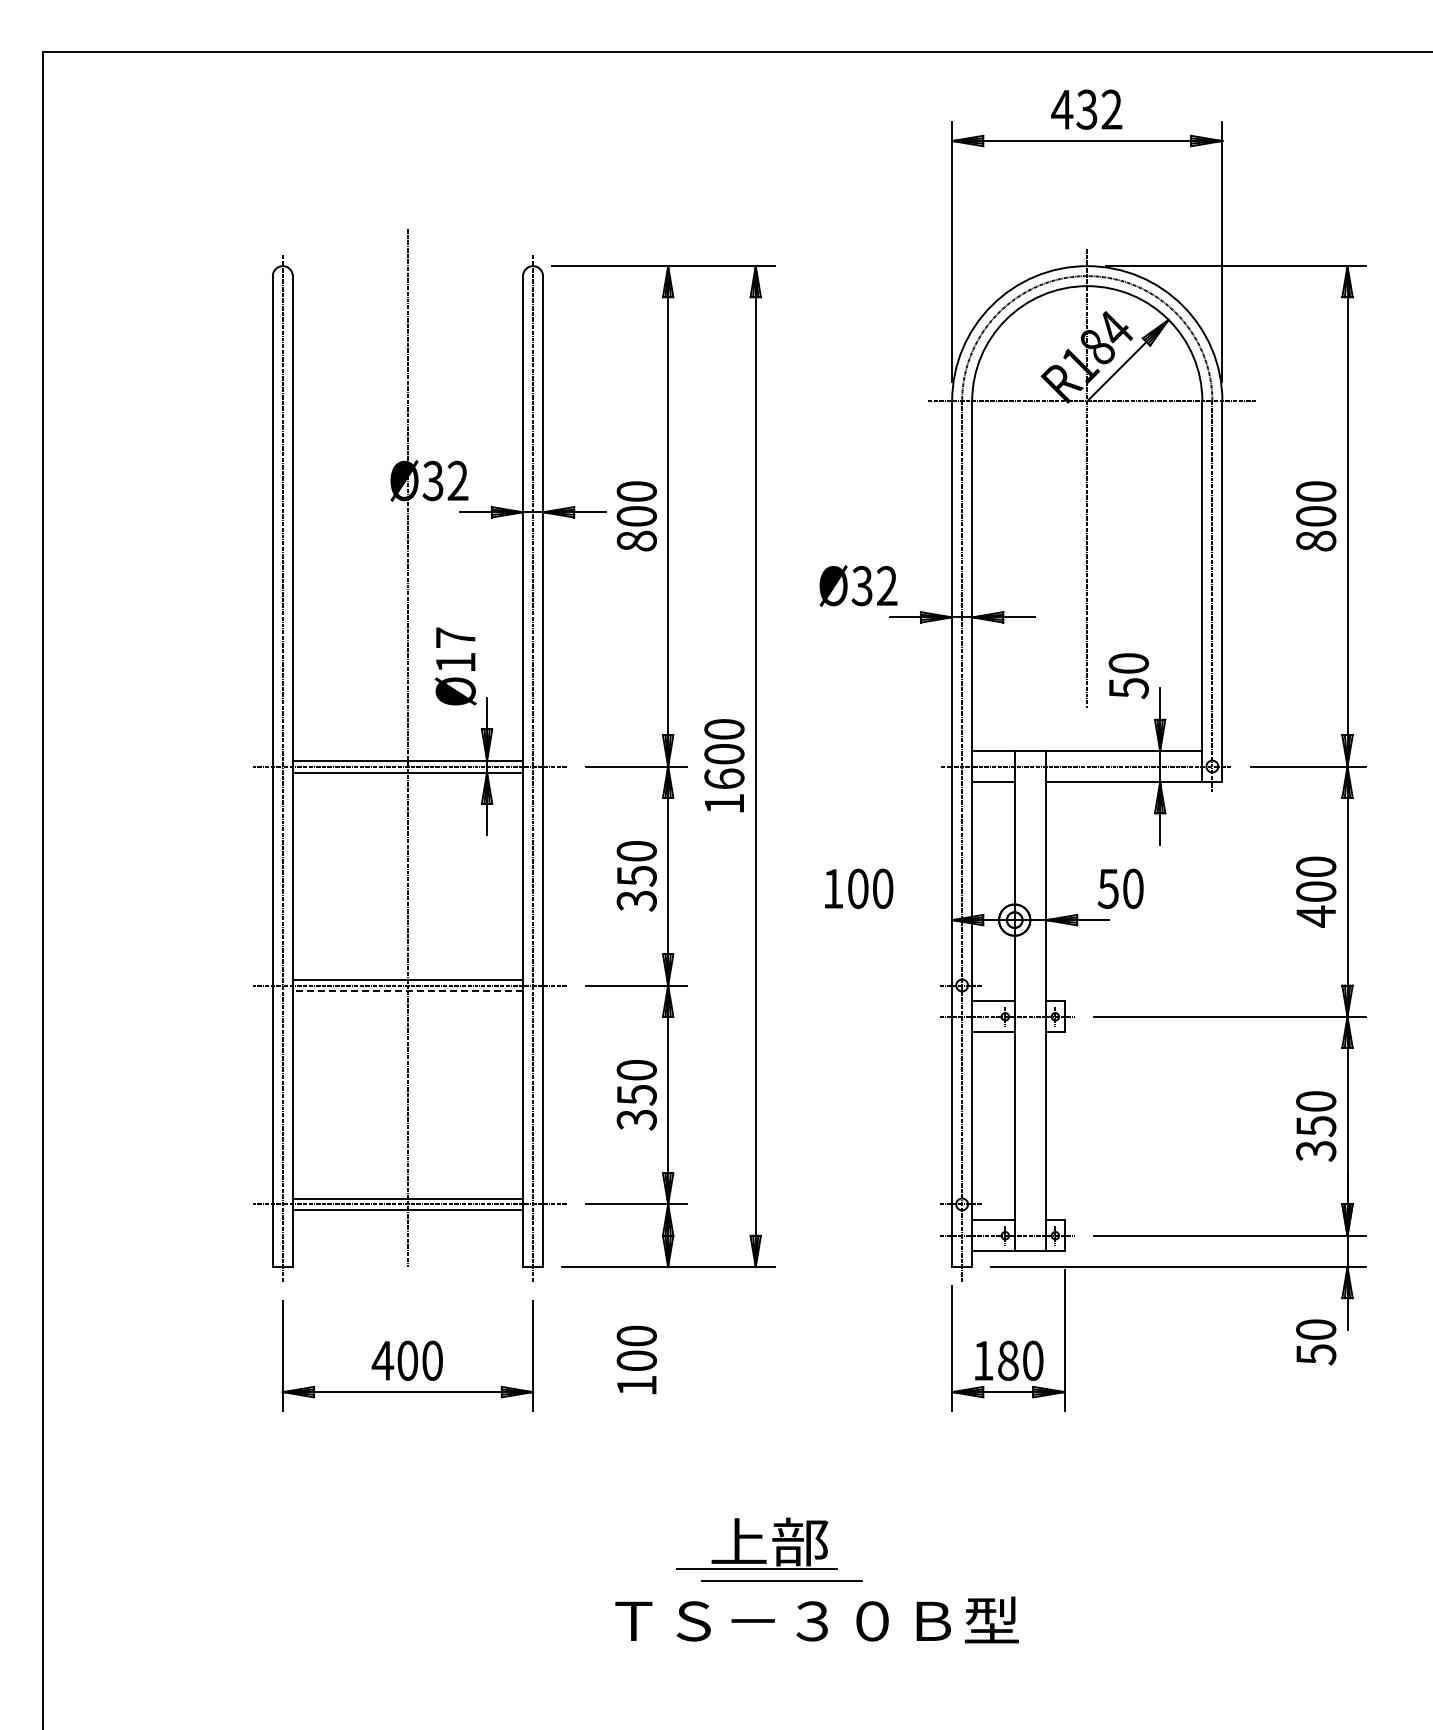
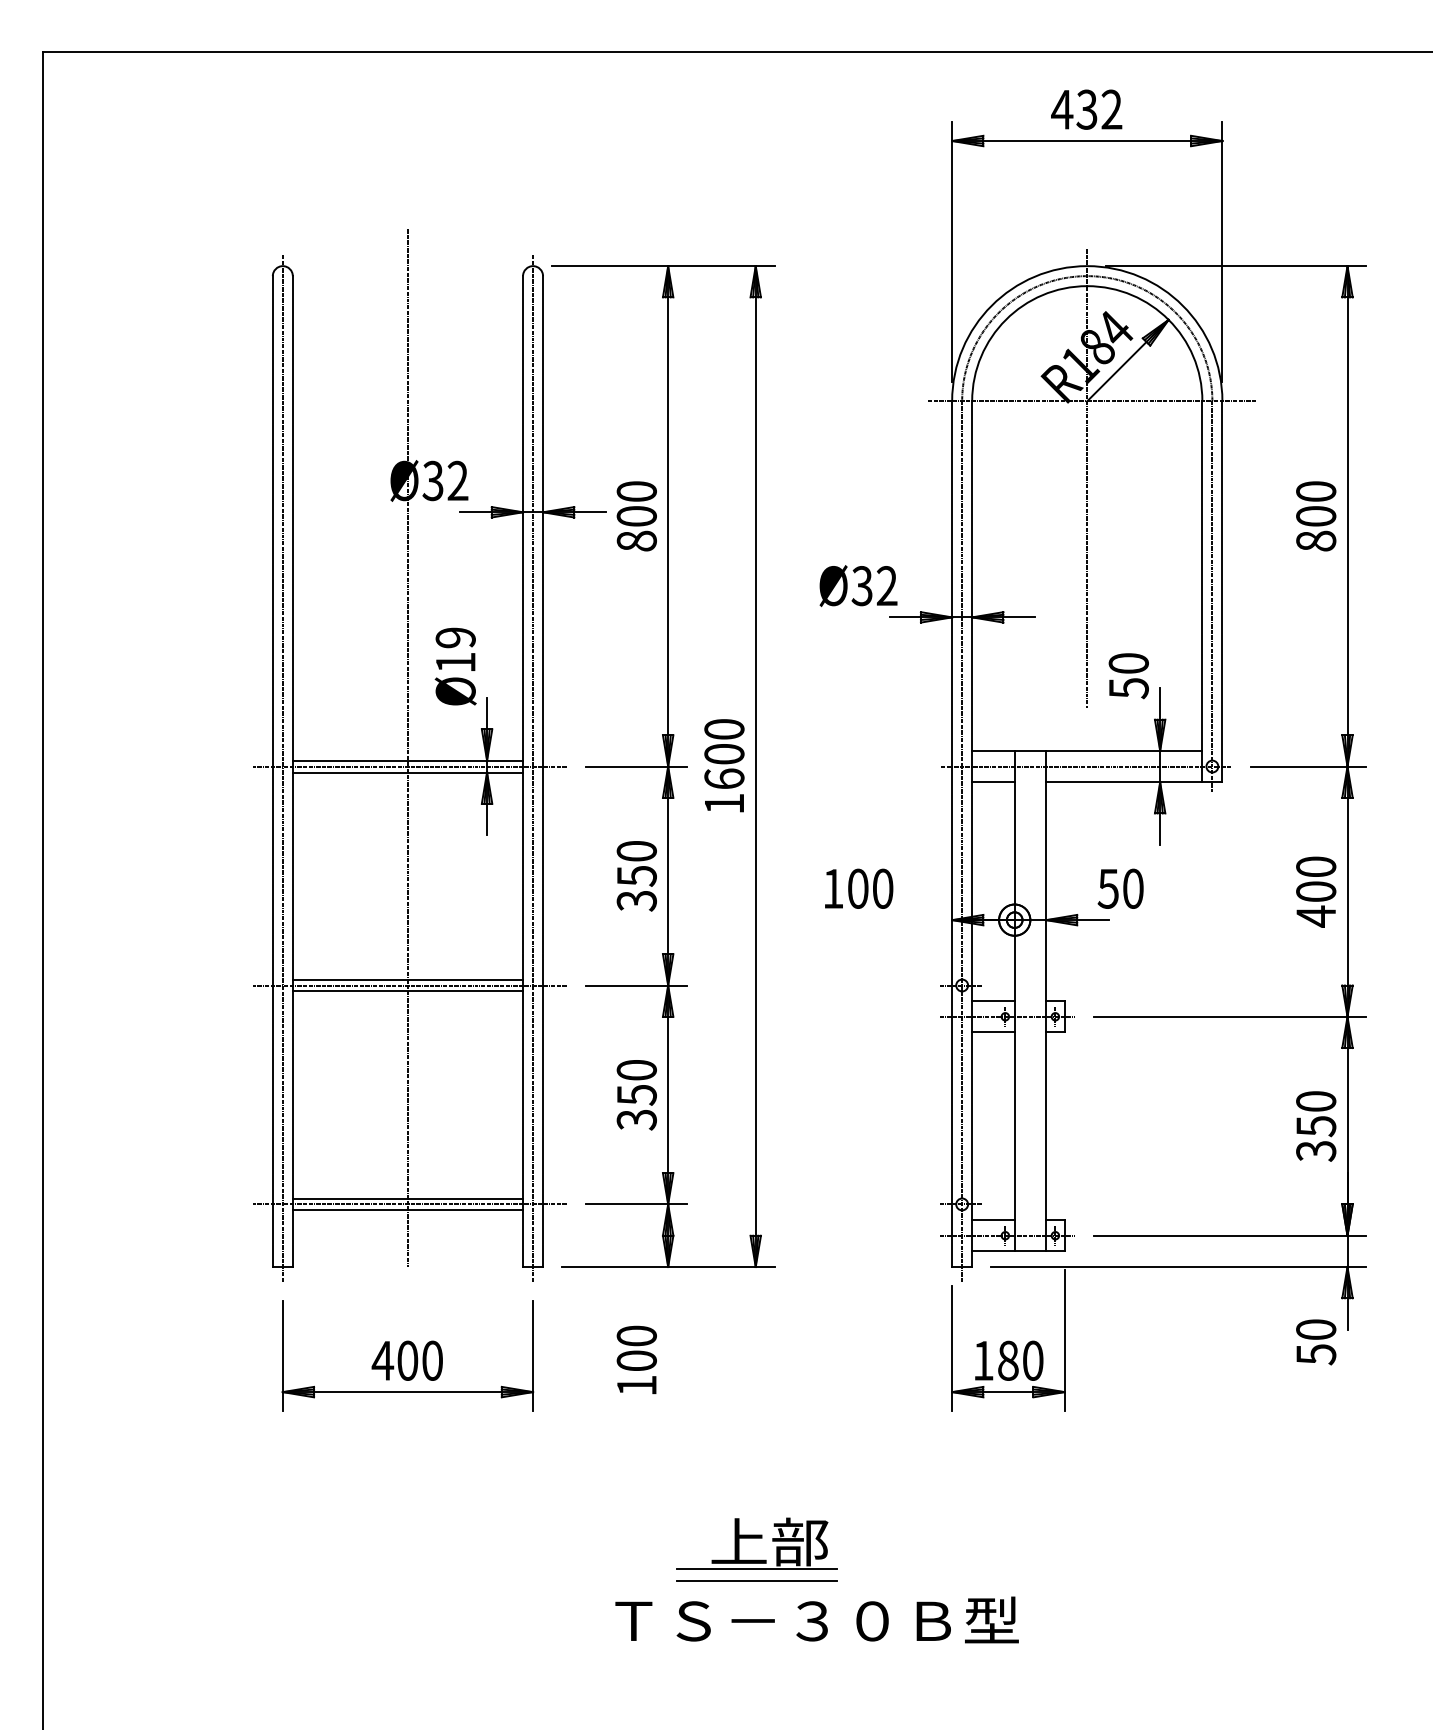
text at (455, 637): Ø17 -> Ø19
line at (407, 991): dashed -> solid
line at (781, 1580) position: (781, 1580) -> (756, 1580)
